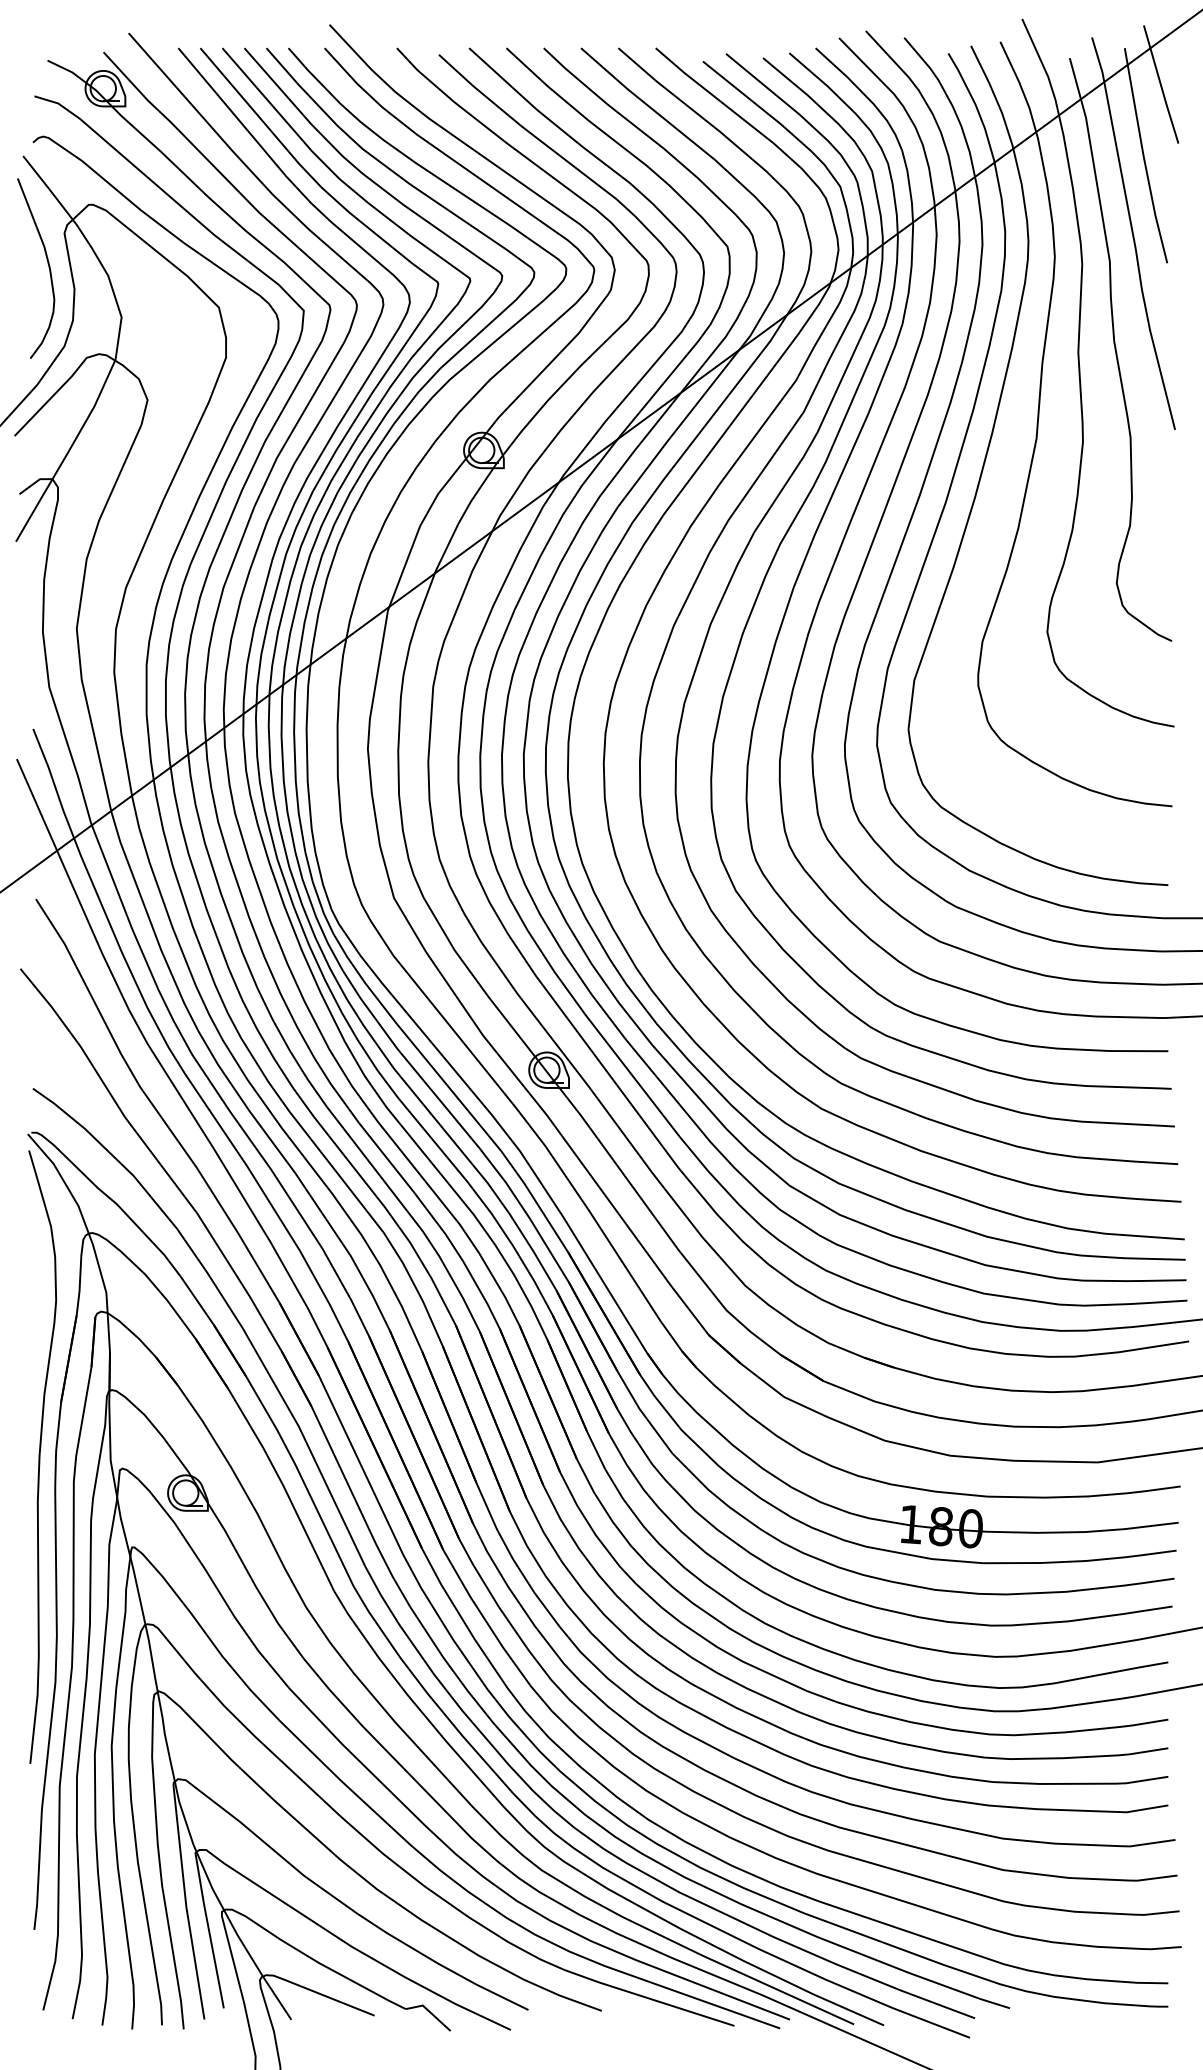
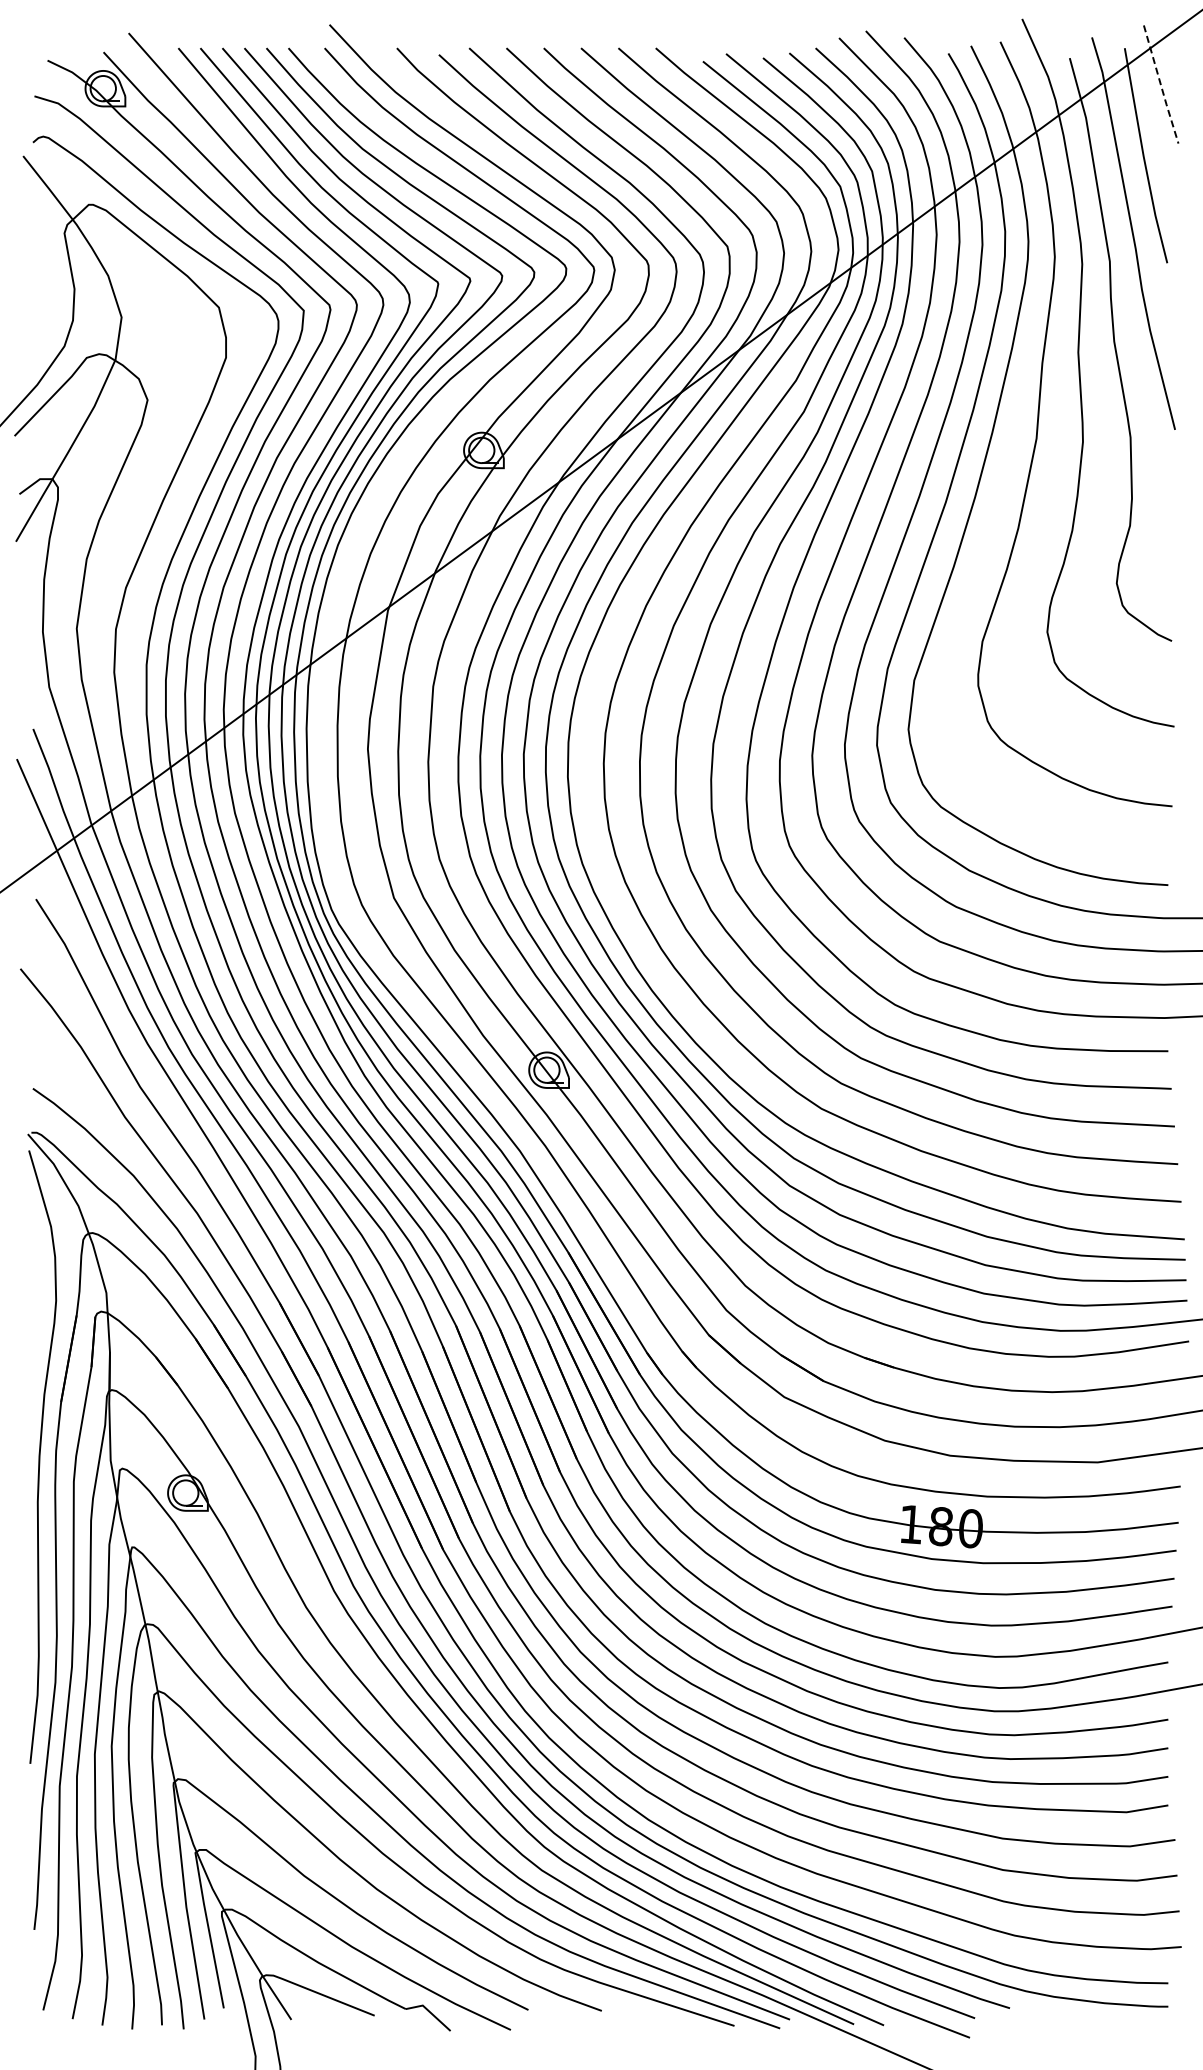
line at (1161, 85): solid -> dashed
curve at (48, 267): present -> none
